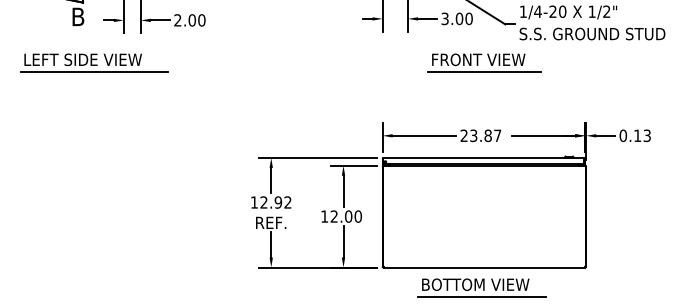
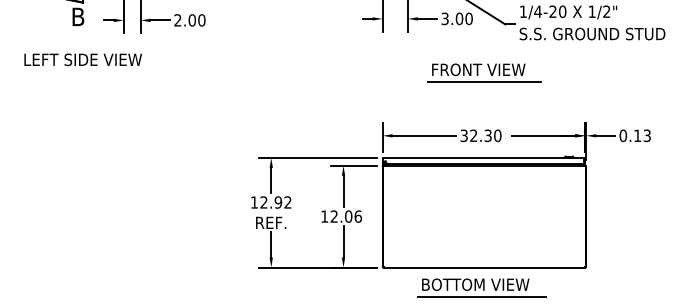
part at (484, 62) position: (484, 62) -> (484, 72)
line at (94, 72): present -> none
text at (480, 135): 23.87 -> 32.30
text at (358, 216): 12.00 -> 12.06
